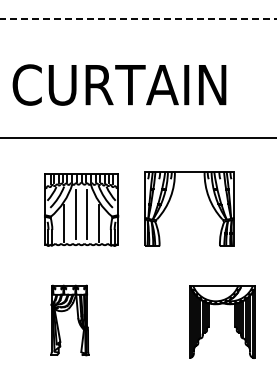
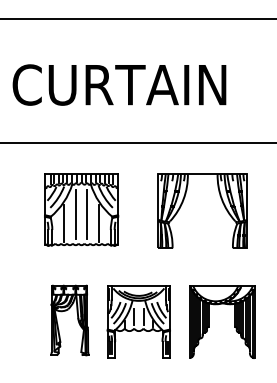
line at (138, 18): dashed -> solid
line at (137, 137) position: (137, 137) -> (137, 142)
part at (171, 198) position: (171, 198) -> (184, 200)
part at (138, 321): none -> present
